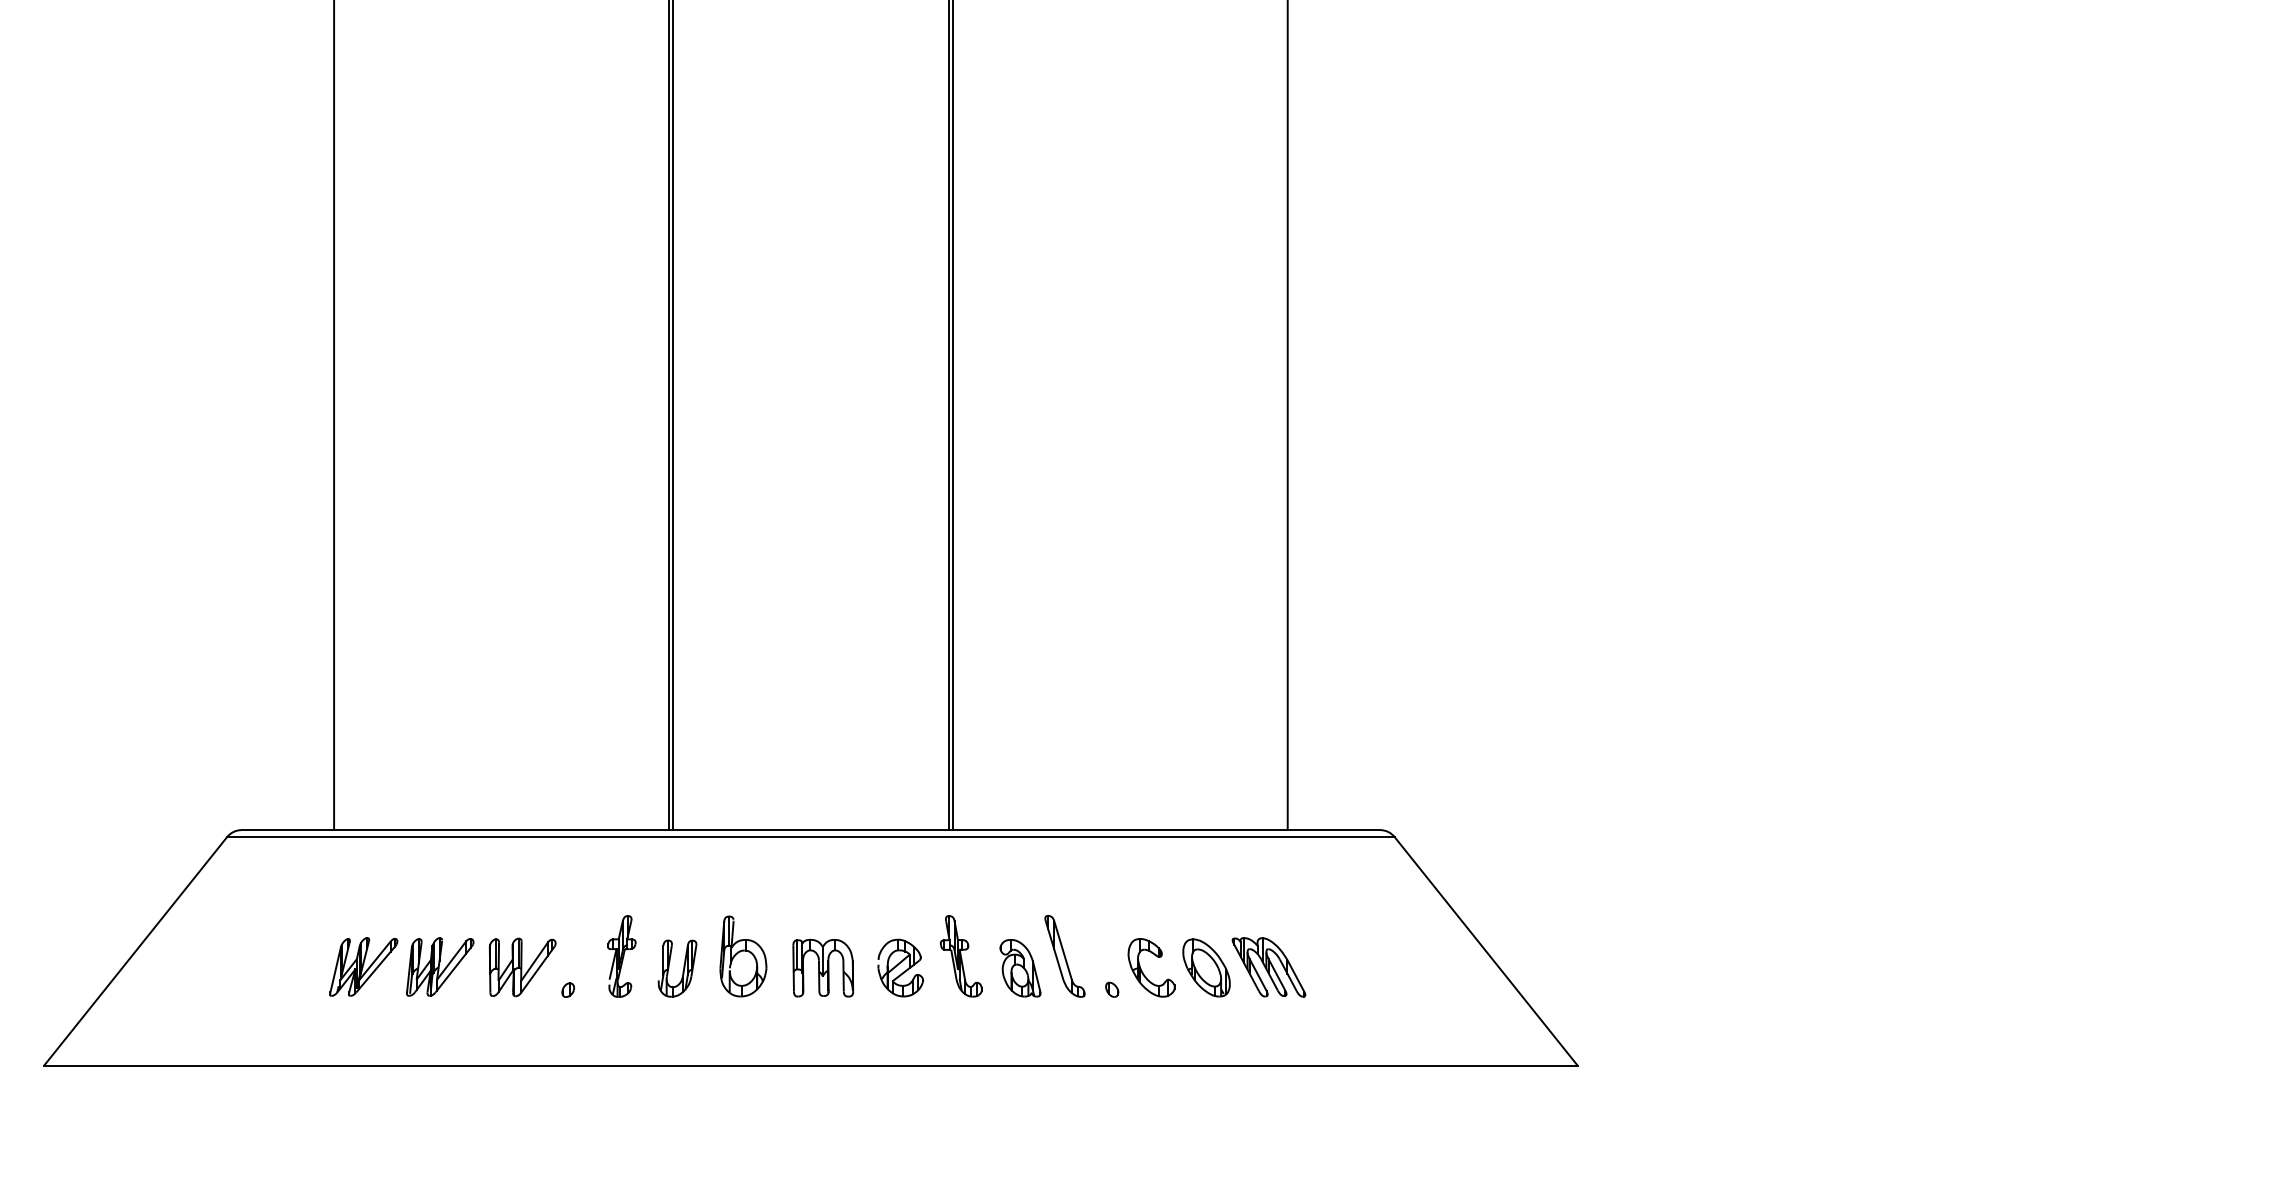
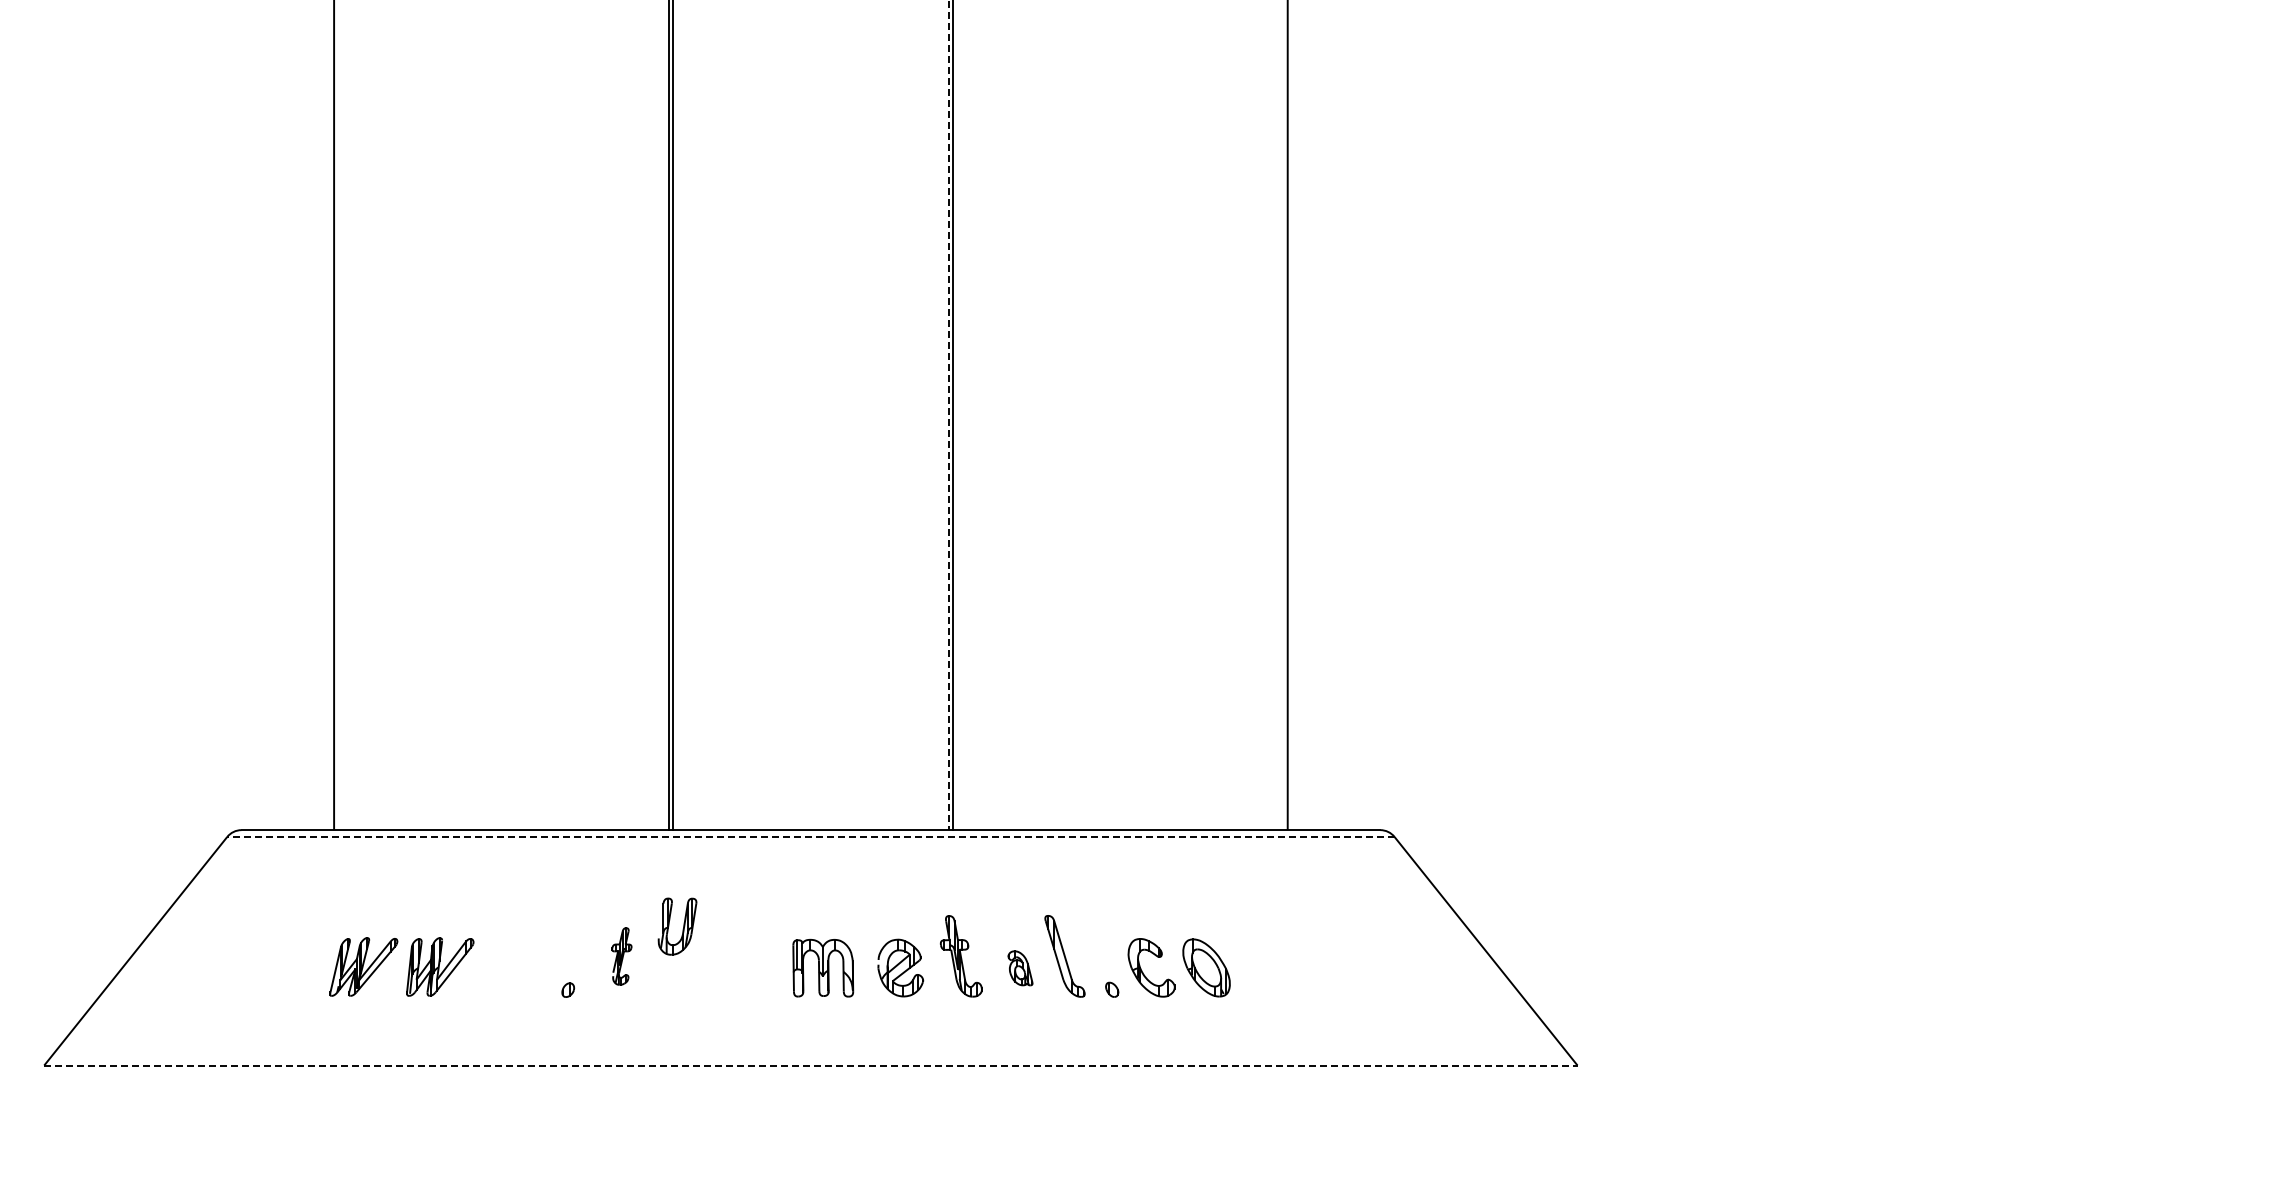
line at (948, 415): solid -> dashed
line at (810, 836): solid -> dashed
part at (621, 956) size: 30x83 px -> 22x59 px
part at (743, 956): present -> none
part at (522, 967): present -> none
part at (1268, 967): present -> none
part at (677, 968) position: (677, 968) -> (677, 926)
part at (1020, 968) size: 43x59 px -> 27x37 px
line at (810, 1065): solid -> dashed
